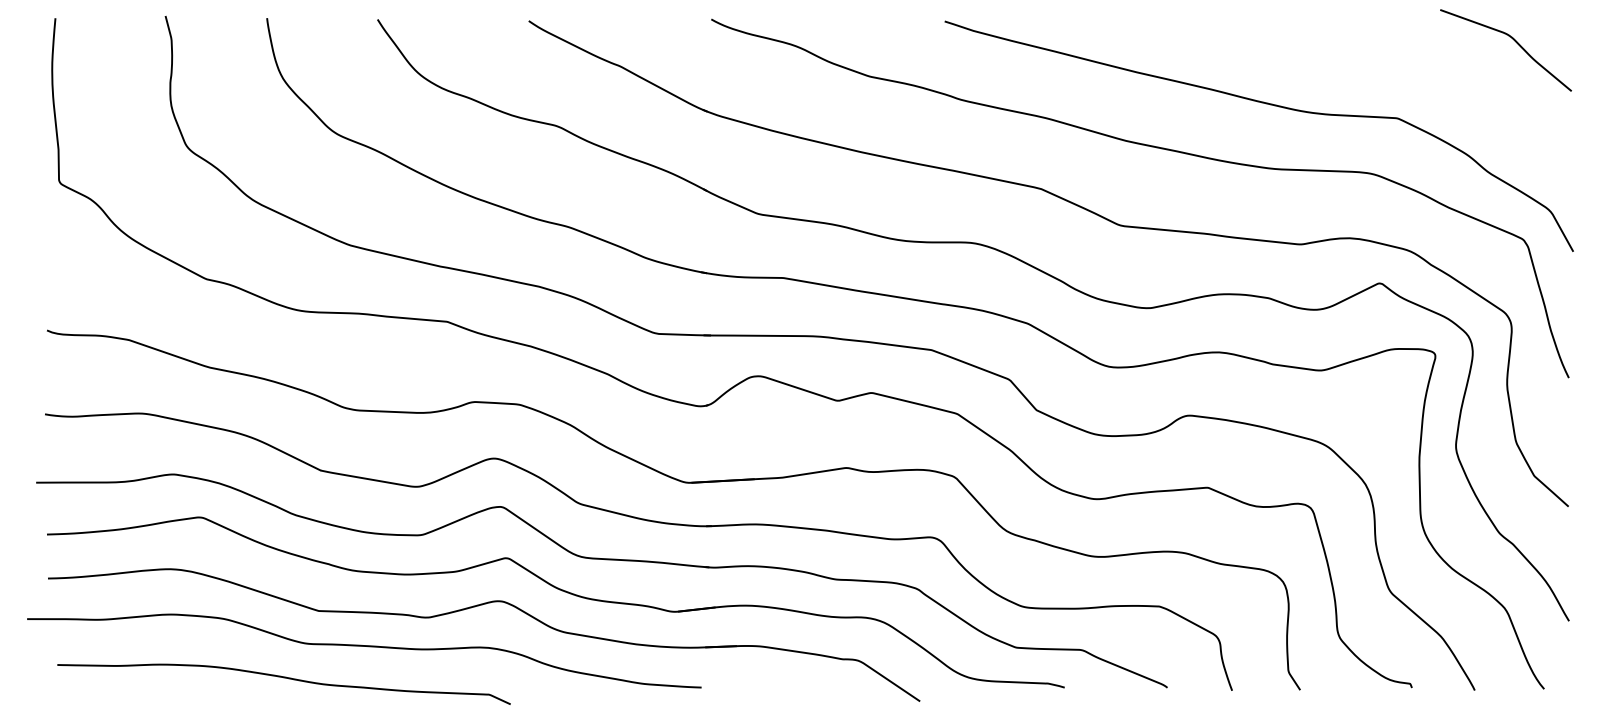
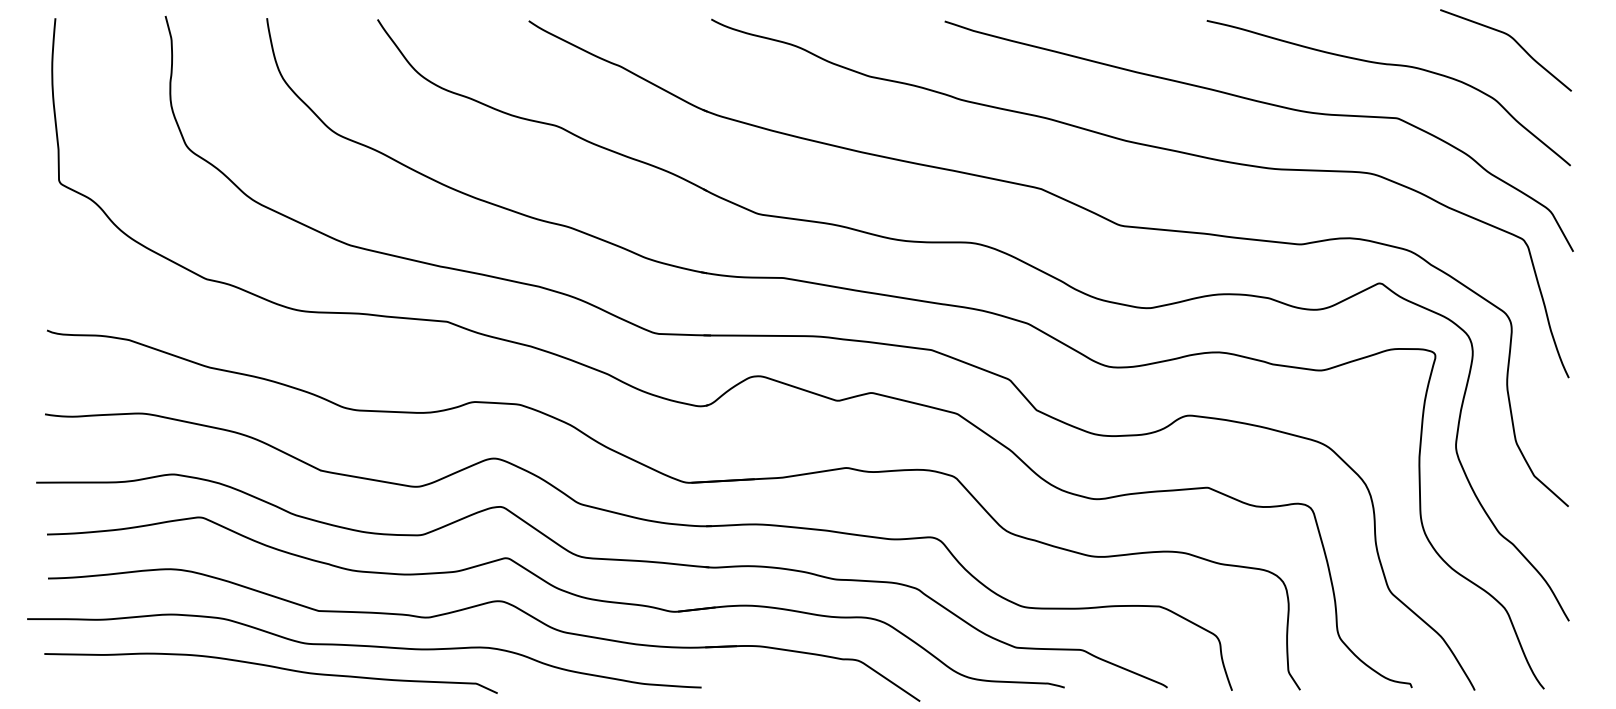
curve at (1388, 65): none -> present
curve at (283, 678) position: (283, 678) -> (270, 667)
